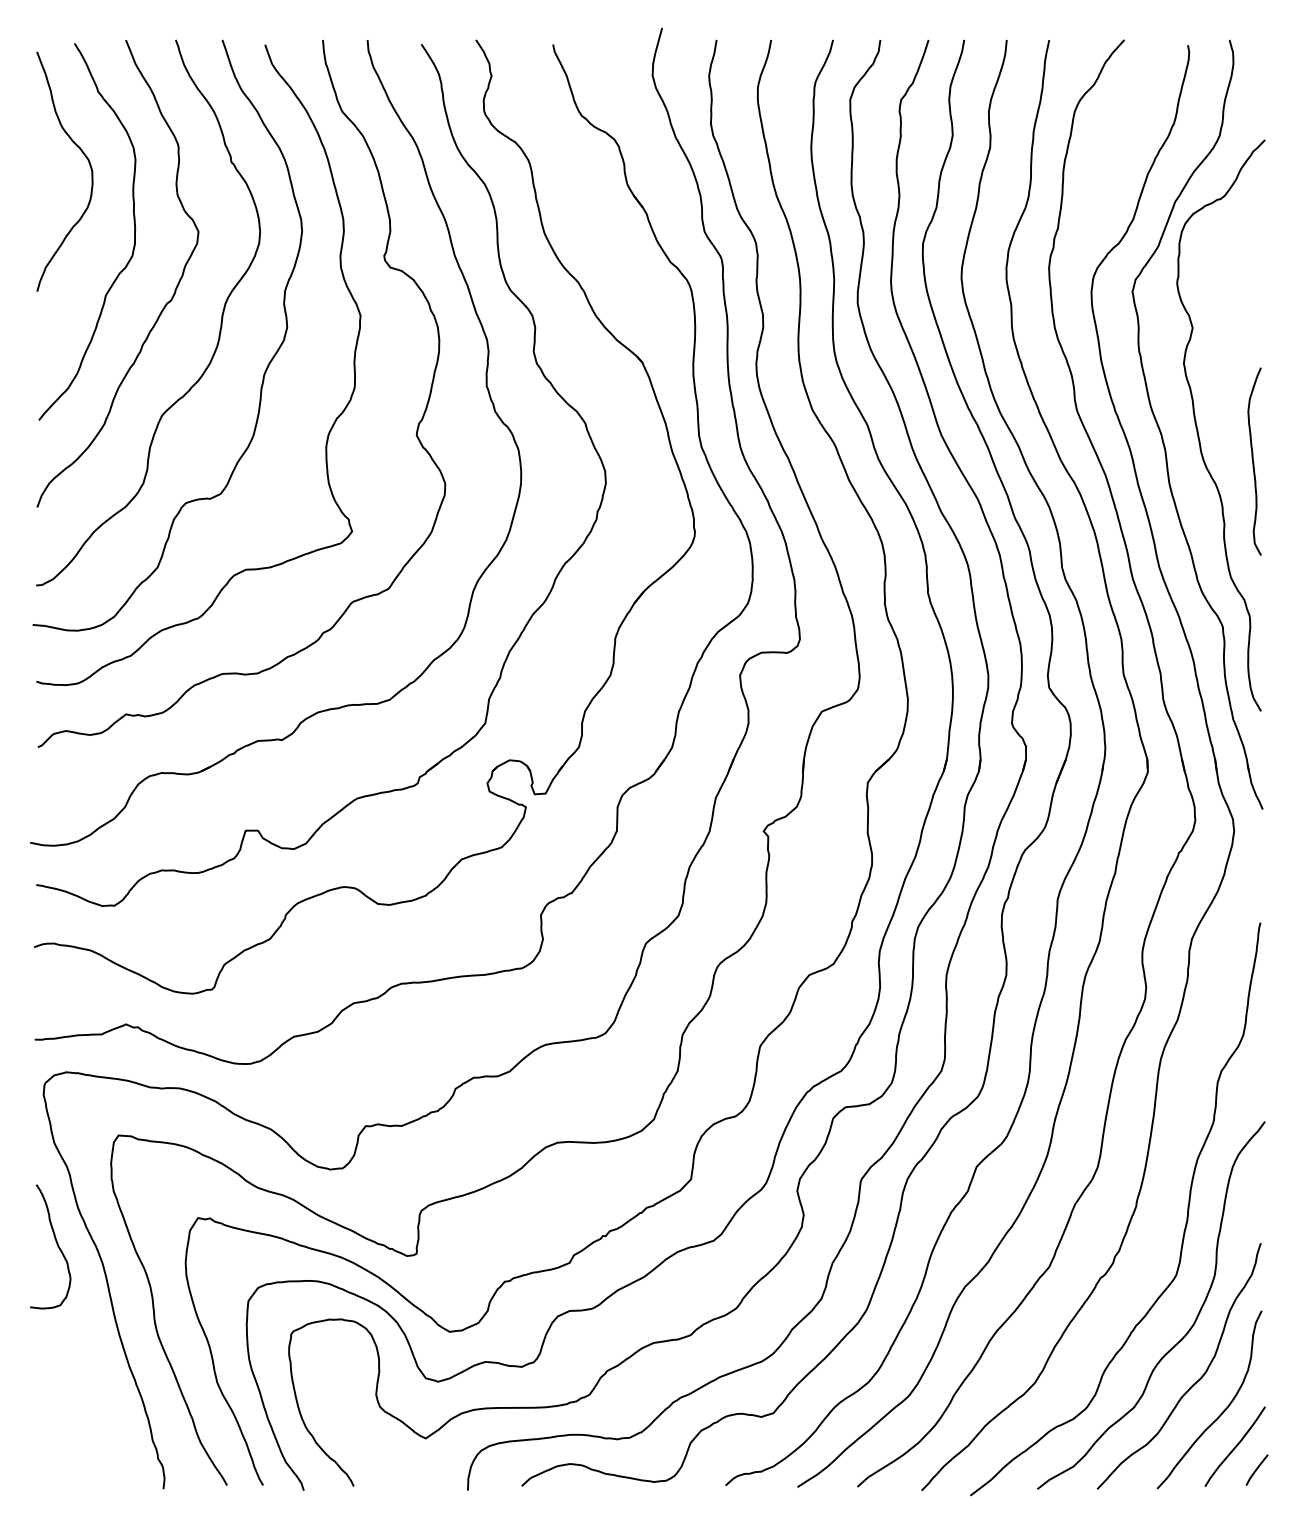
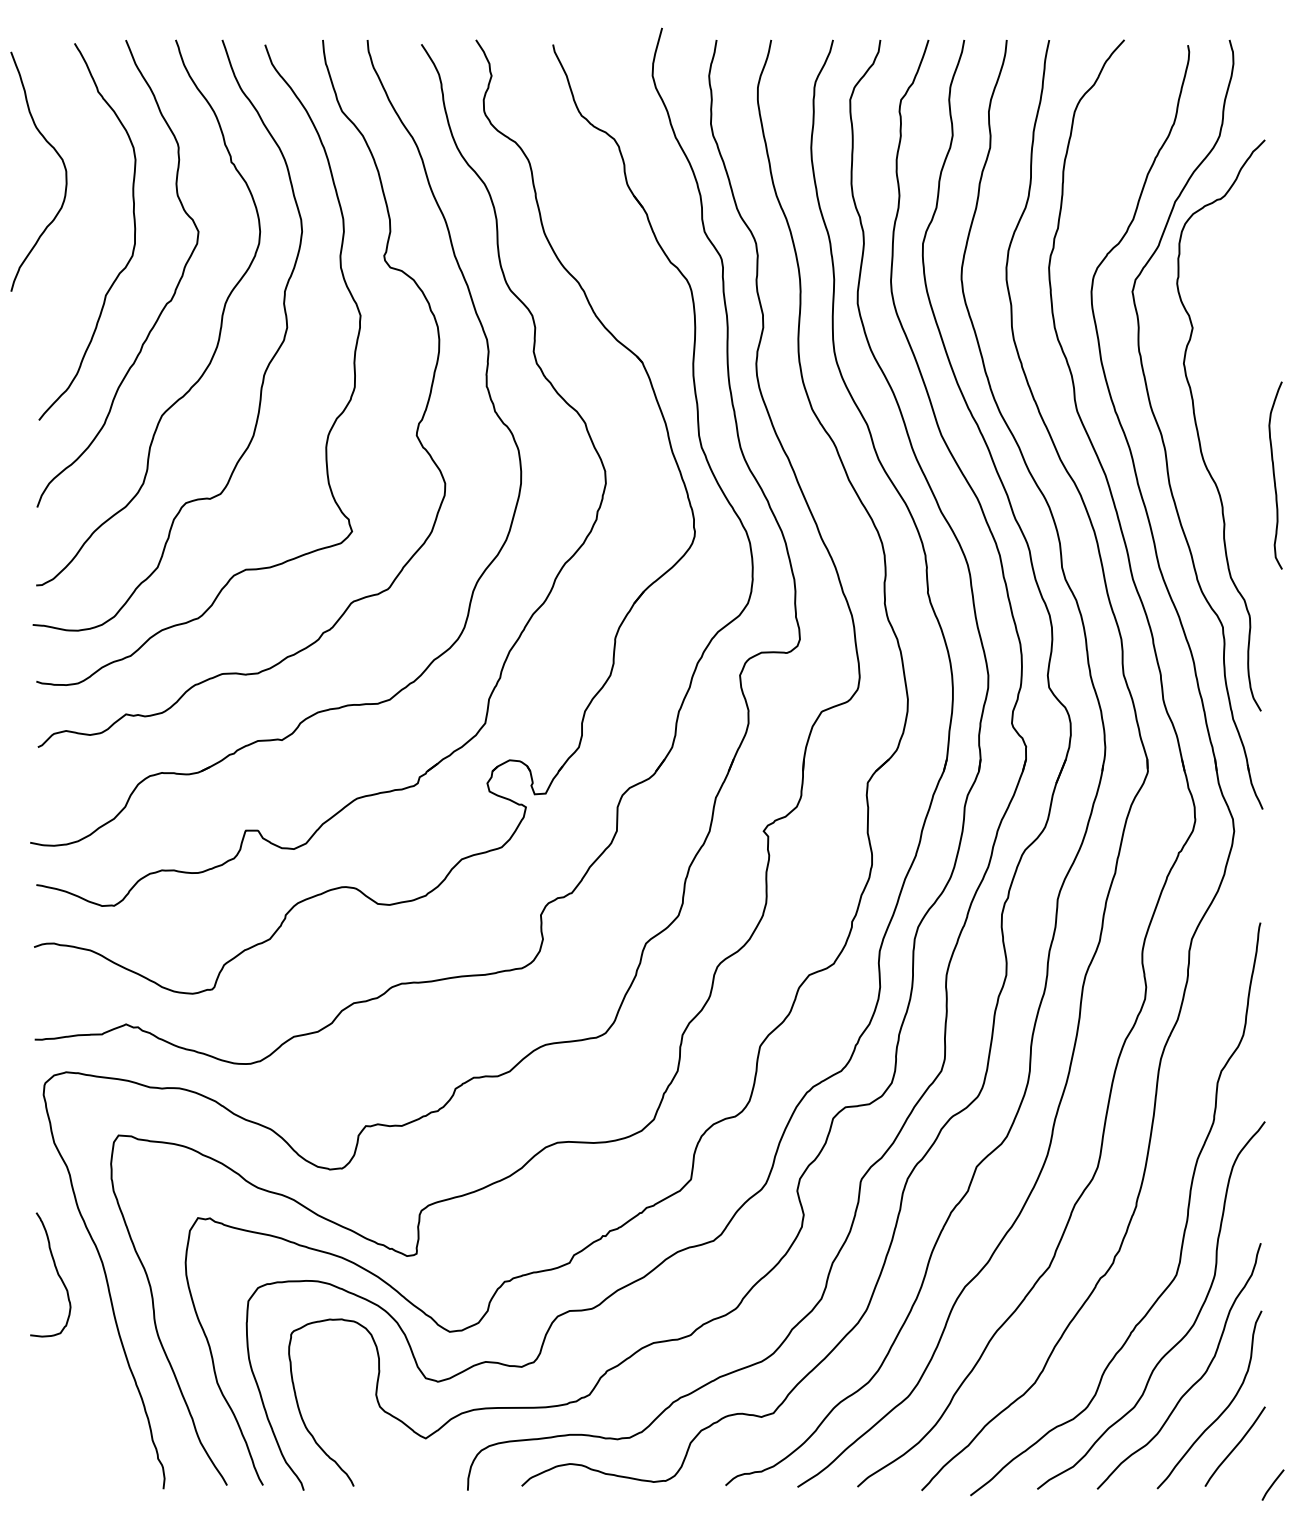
curve at (84, 156) position: (84, 156) -> (58, 156)
curve at (1253, 461) position: (1253, 461) -> (1274, 475)
curve at (56, 1244) position: (56, 1244) -> (56, 1272)
line at (1256, 1469) position: (1256, 1469) -> (1272, 1484)
